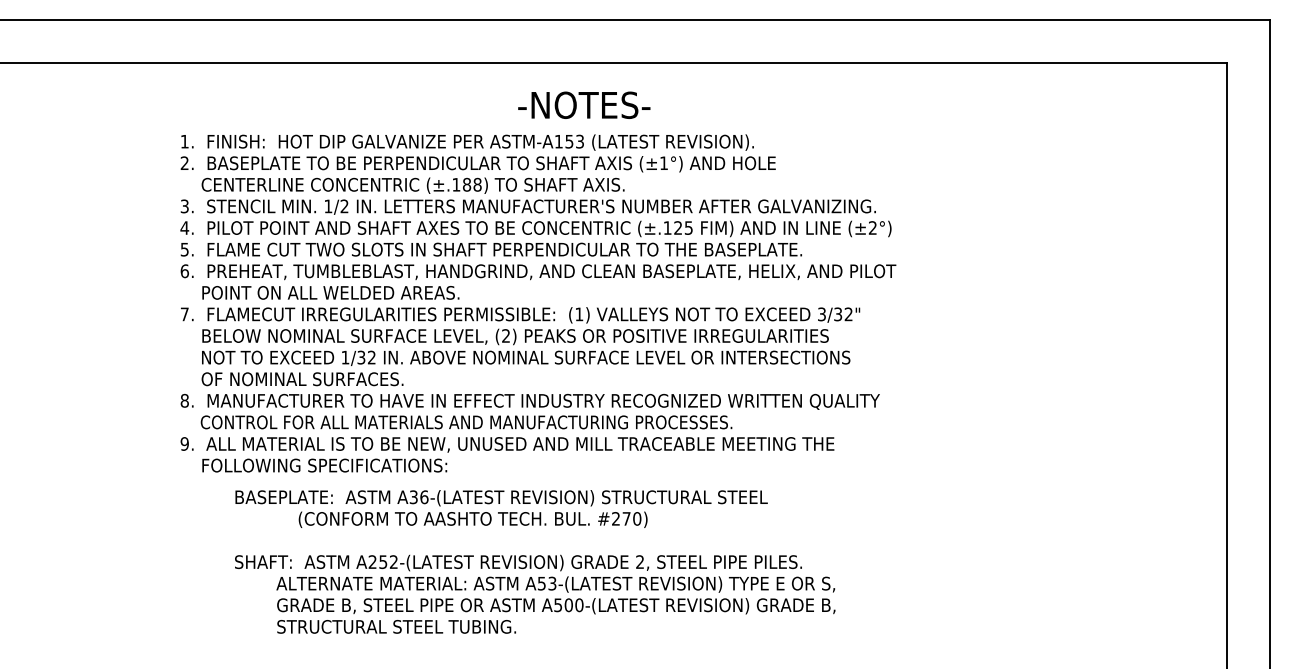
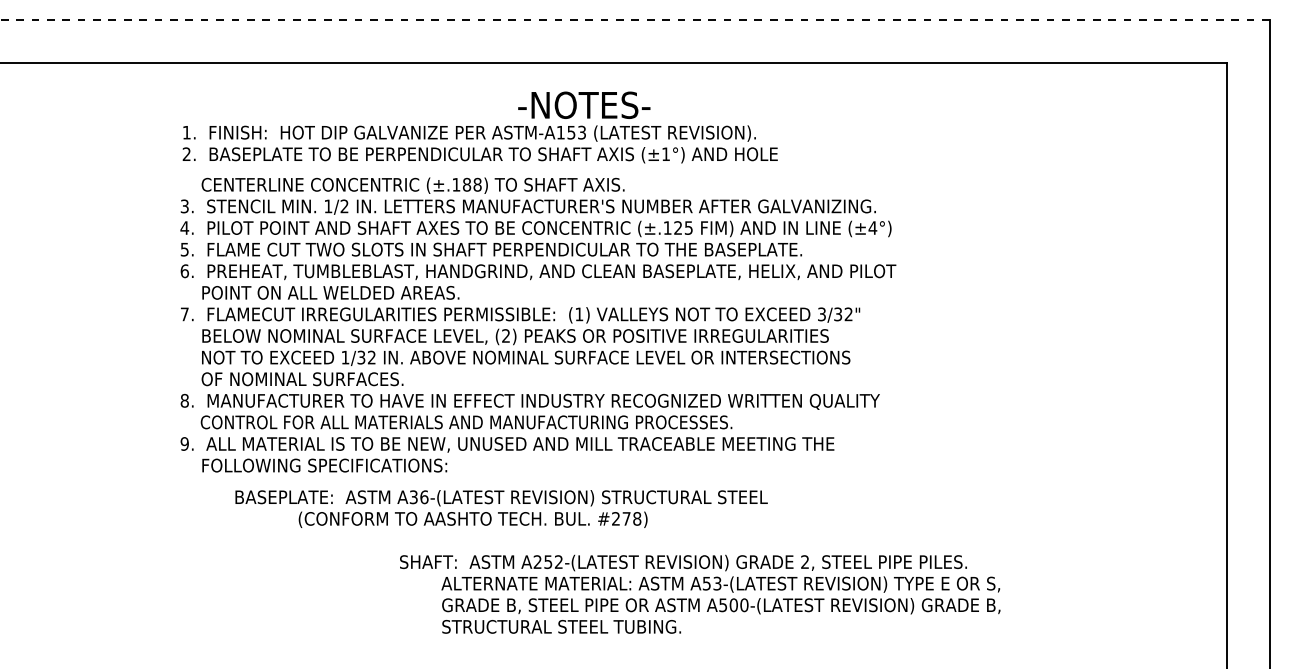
line at (635, 19): solid -> dashed
text at (477, 153) position: (477, 153) -> (479, 144)
text at (872, 227): (±2°) -> (±4°)
text at (637, 518): #270) -> #278)
text at (535, 593) position: (535, 593) -> (700, 593)
